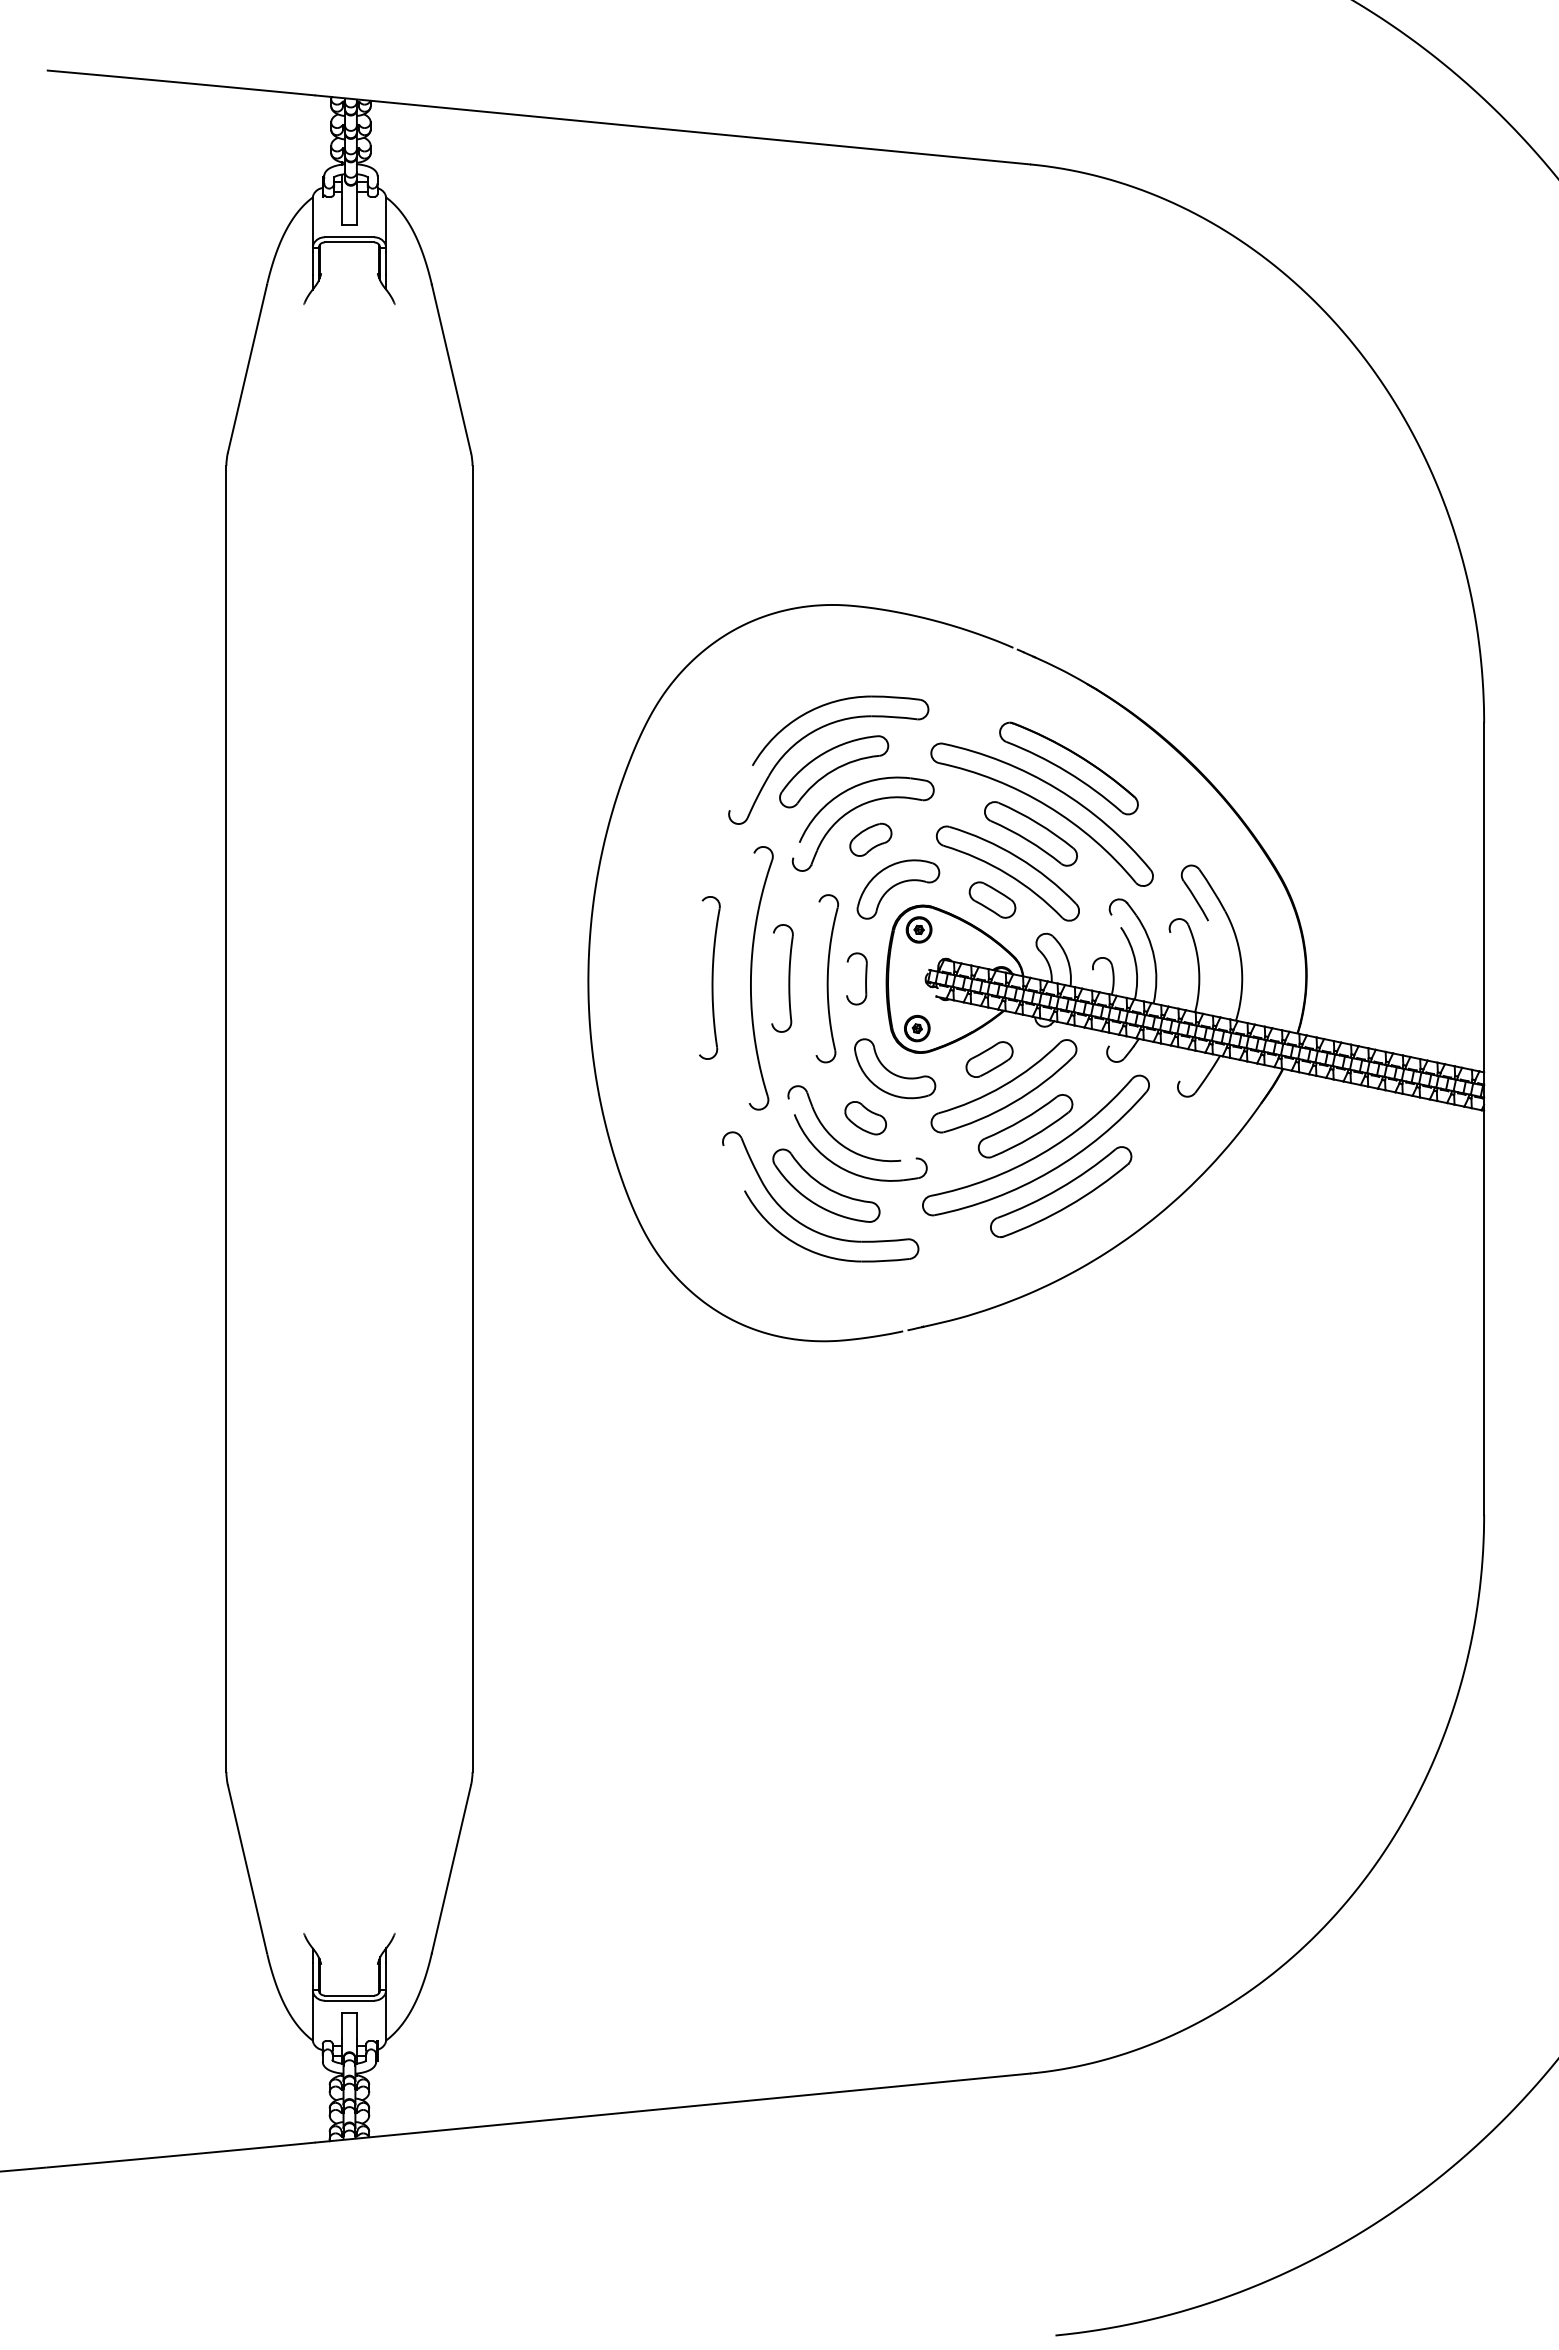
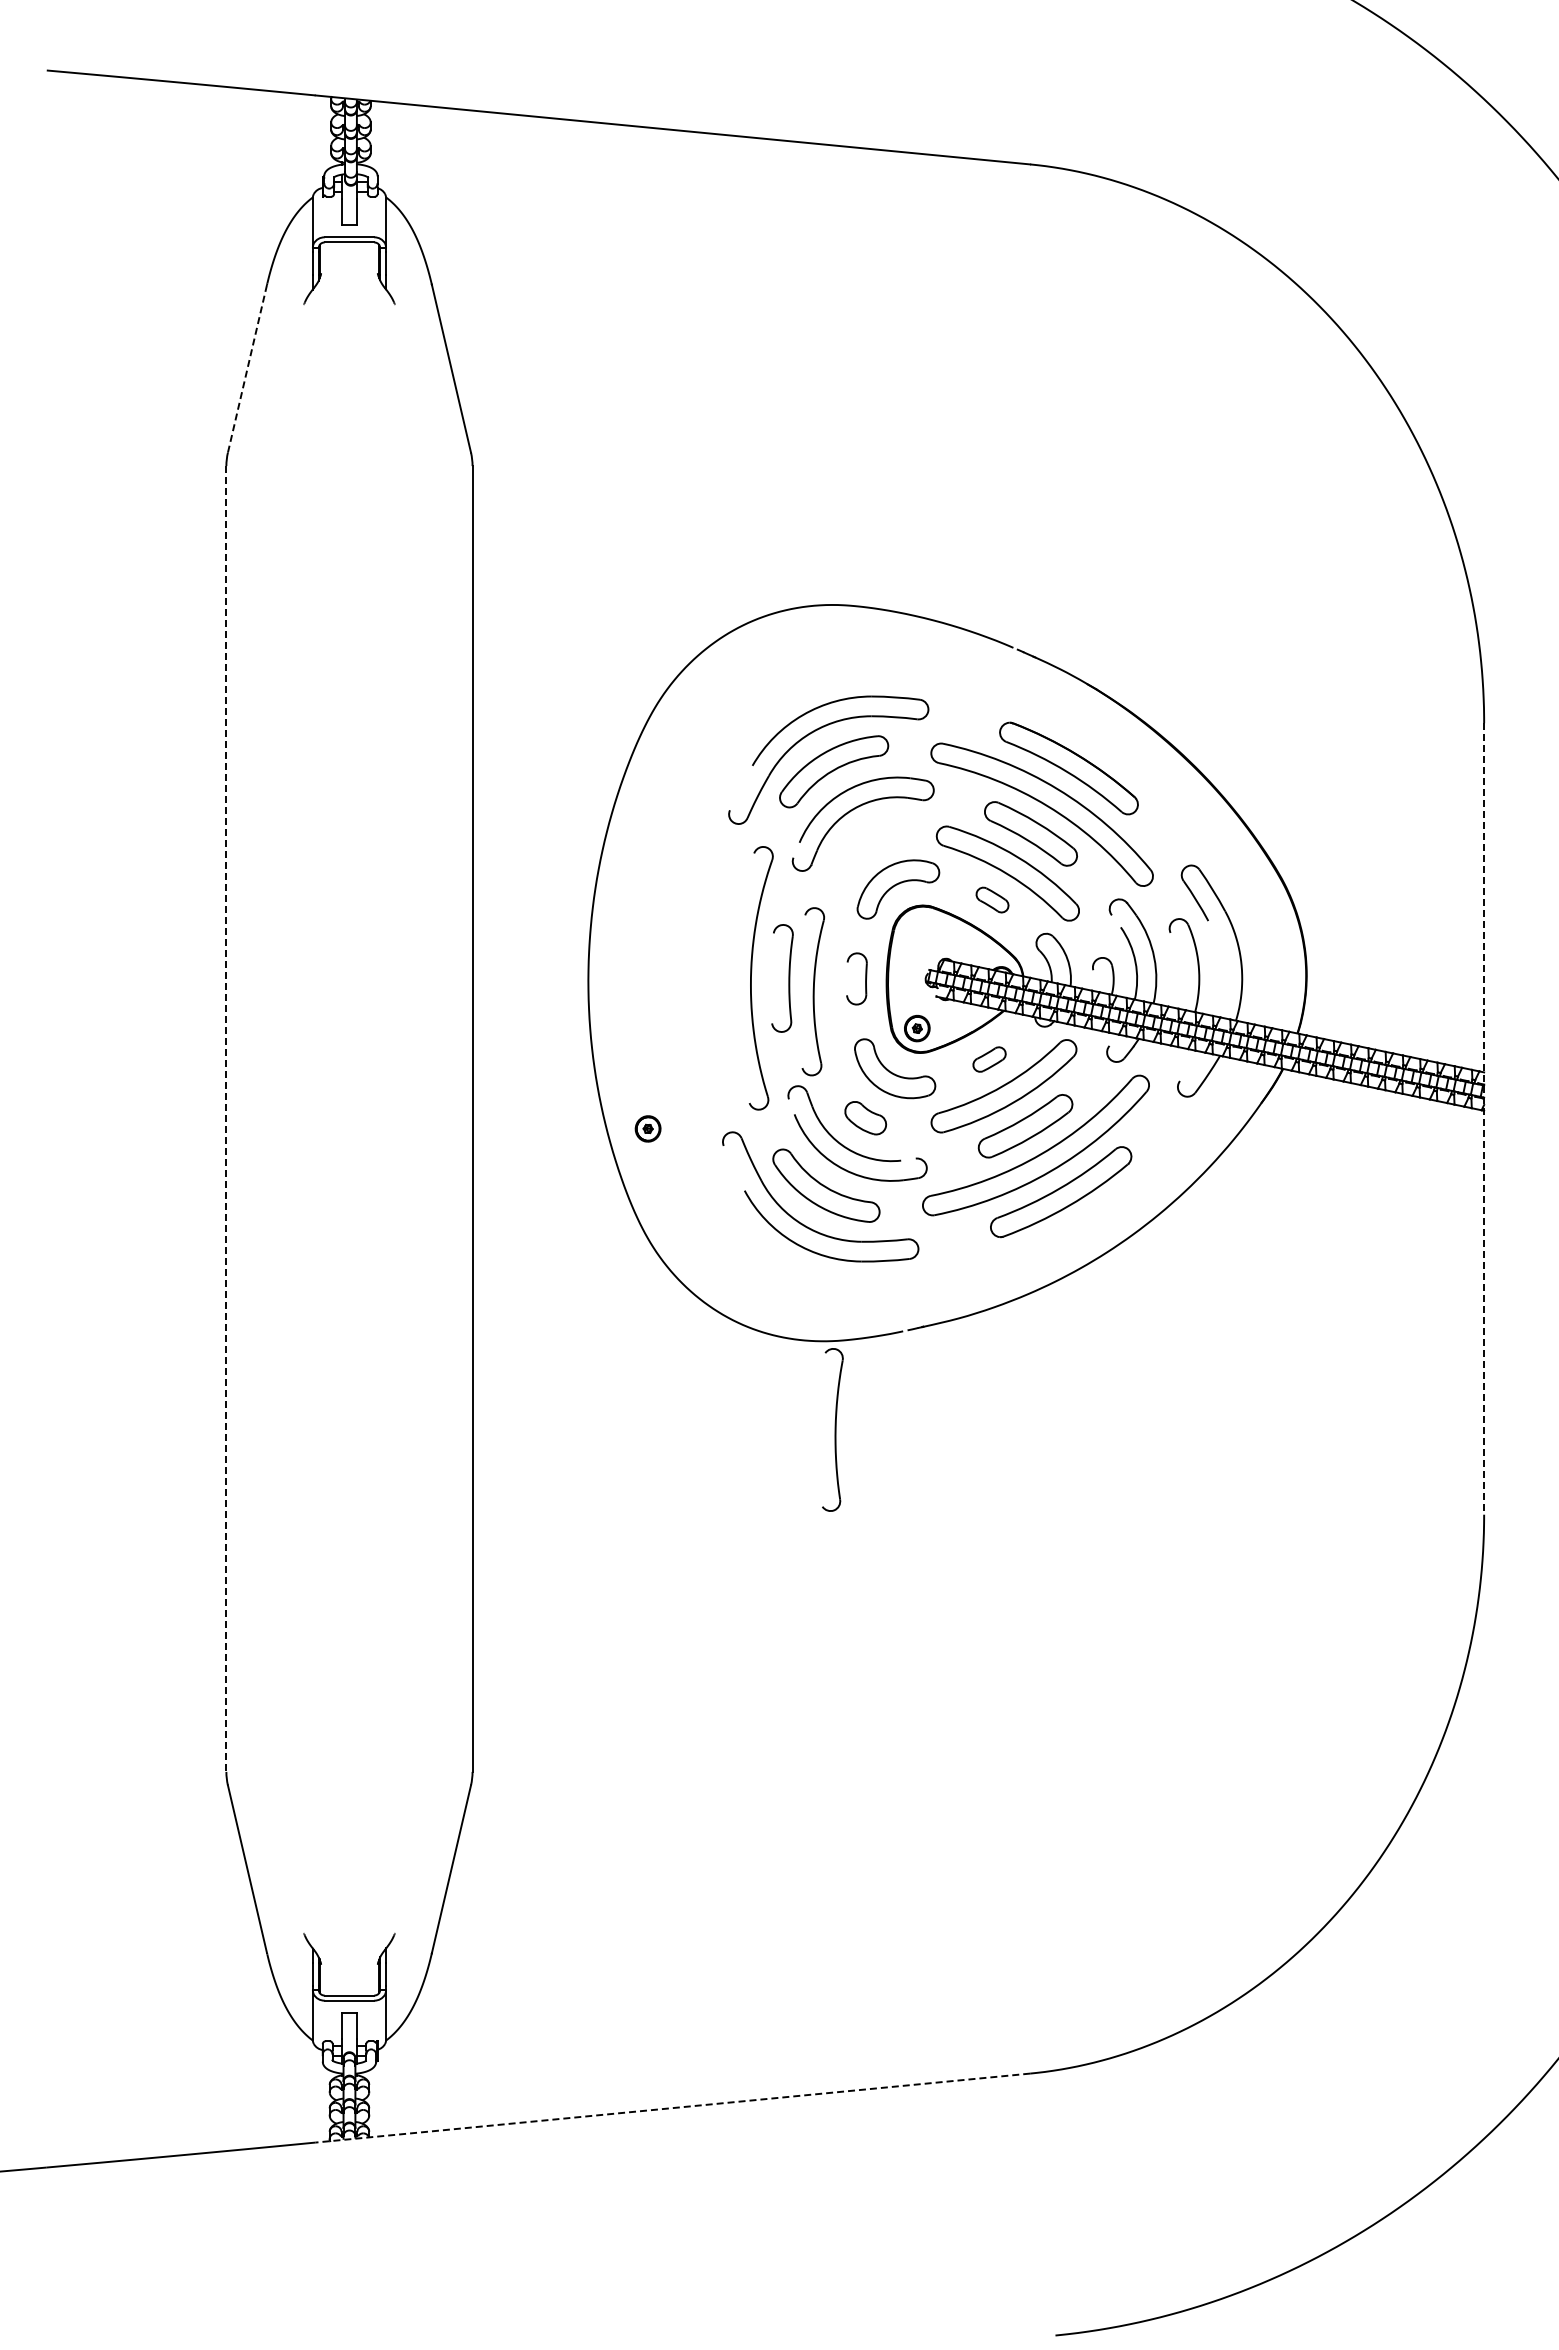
line at (247, 369): solid -> dashed
part at (870, 839): present -> none
part at (992, 899) size: 49x38 px -> 35x28 px
part at (918, 929) position: (918, 929) -> (647, 1128)
part at (709, 977) position: (709, 977) -> (832, 1429)
part at (826, 978) position: (826, 978) -> (812, 991)
part at (989, 1059) size: 49x37 px -> 35x27 px
line at (226, 1119): solid -> dashed
line at (1484, 1119): solid -> dashed
line at (672, 2108): solid -> dashed
